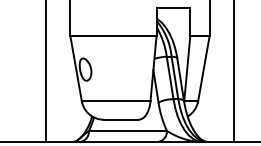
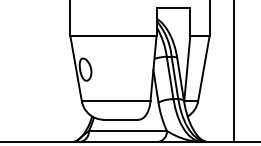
line at (46, 72): present -> none
